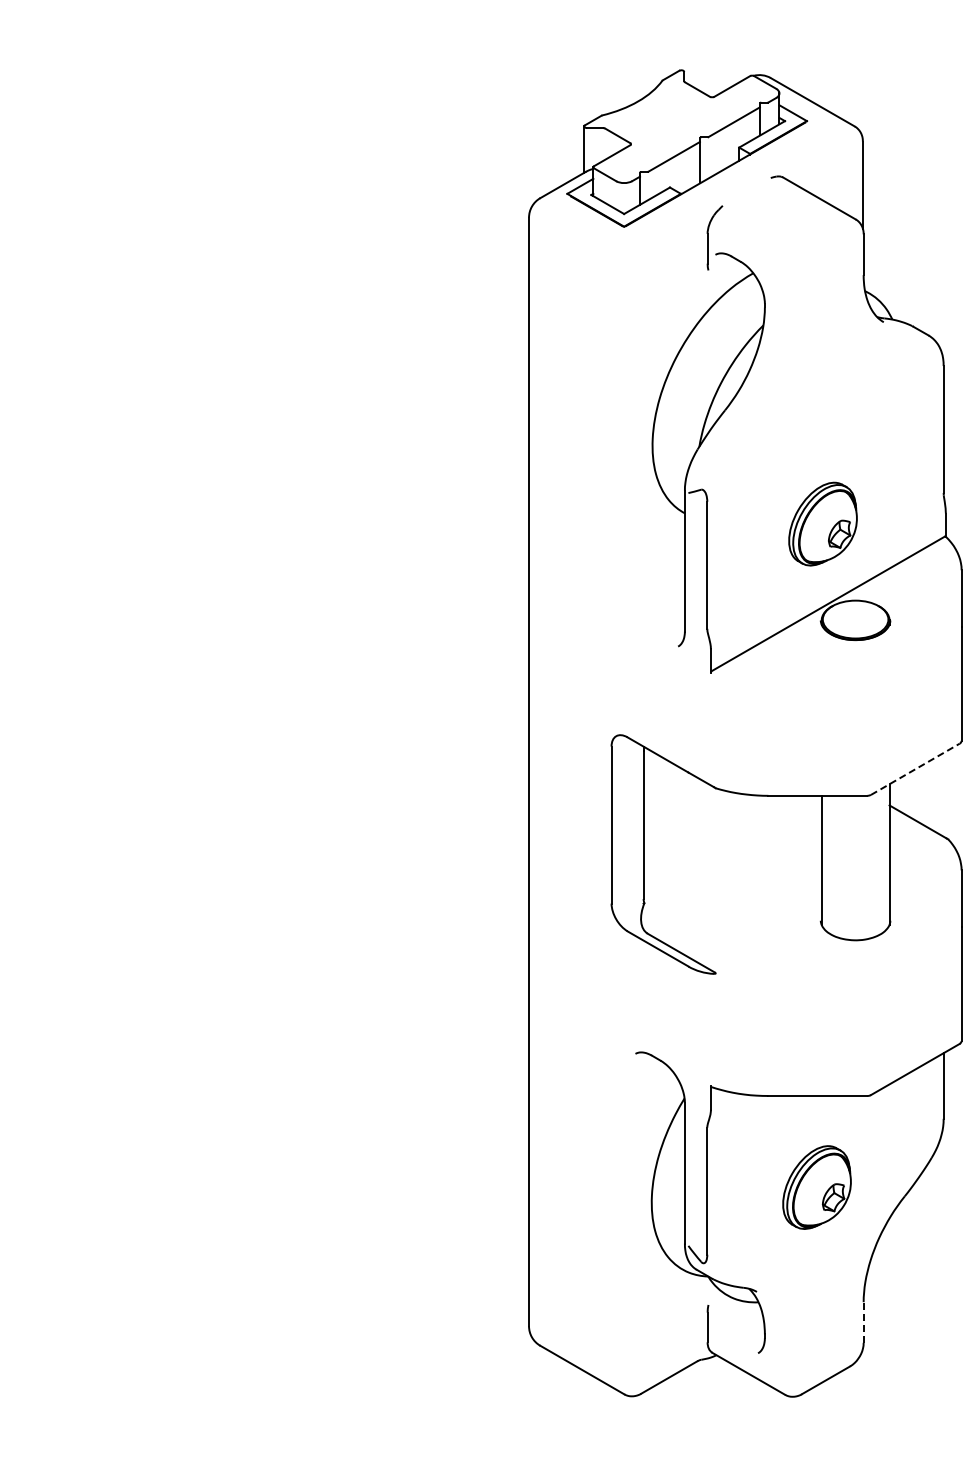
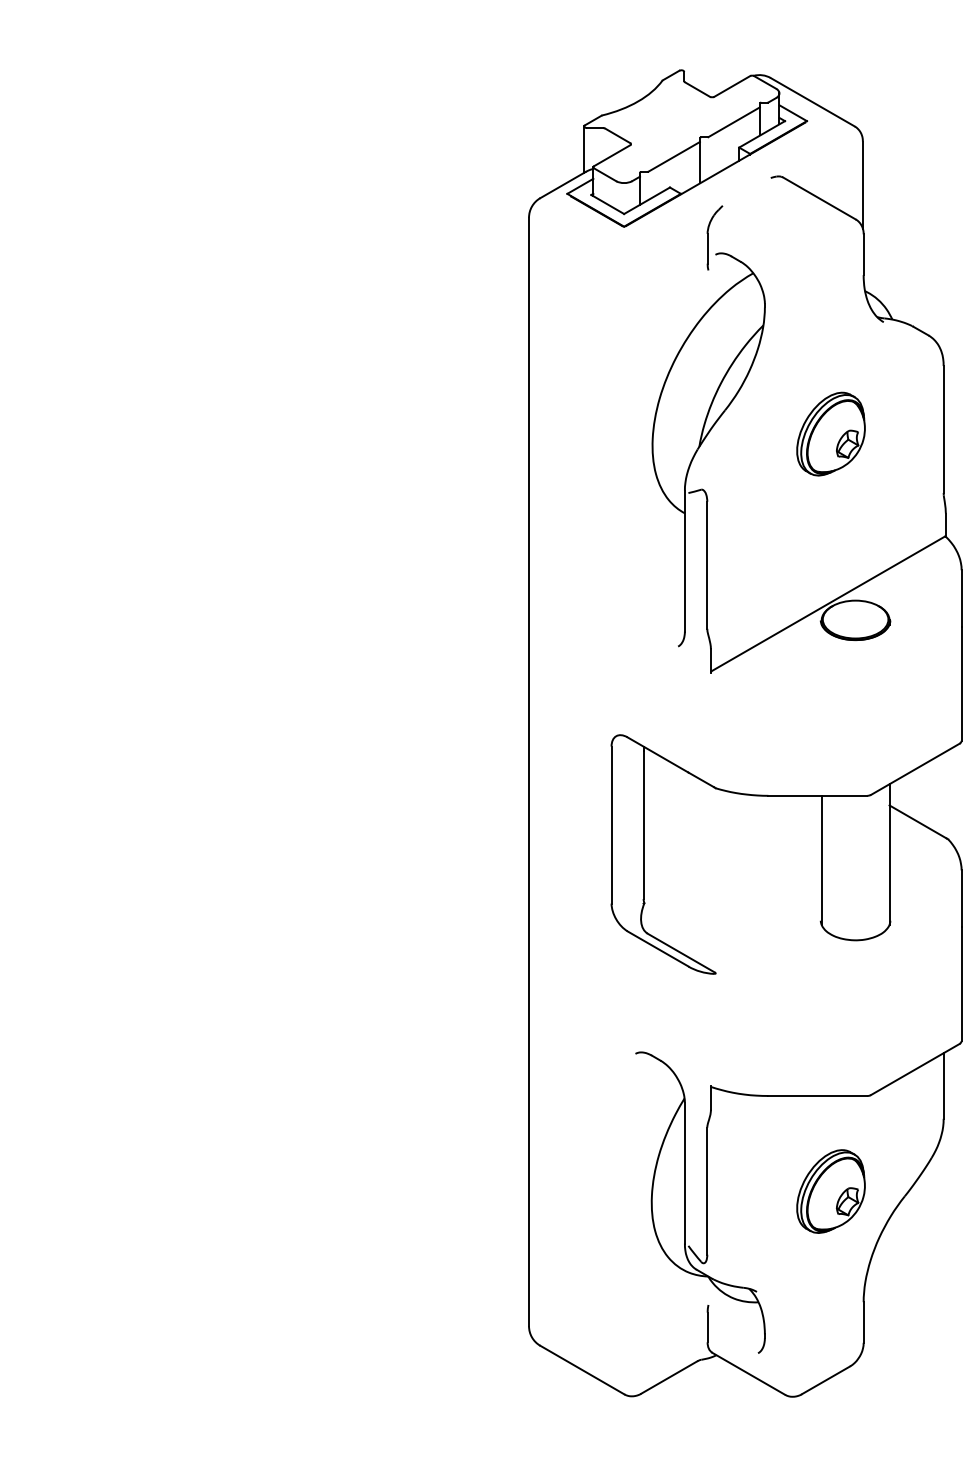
part at (822, 523) position: (822, 523) -> (830, 433)
line at (915, 769): dashed -> solid
part at (816, 1187) position: (816, 1187) -> (830, 1191)
line at (863, 1322): dashed -> solid
